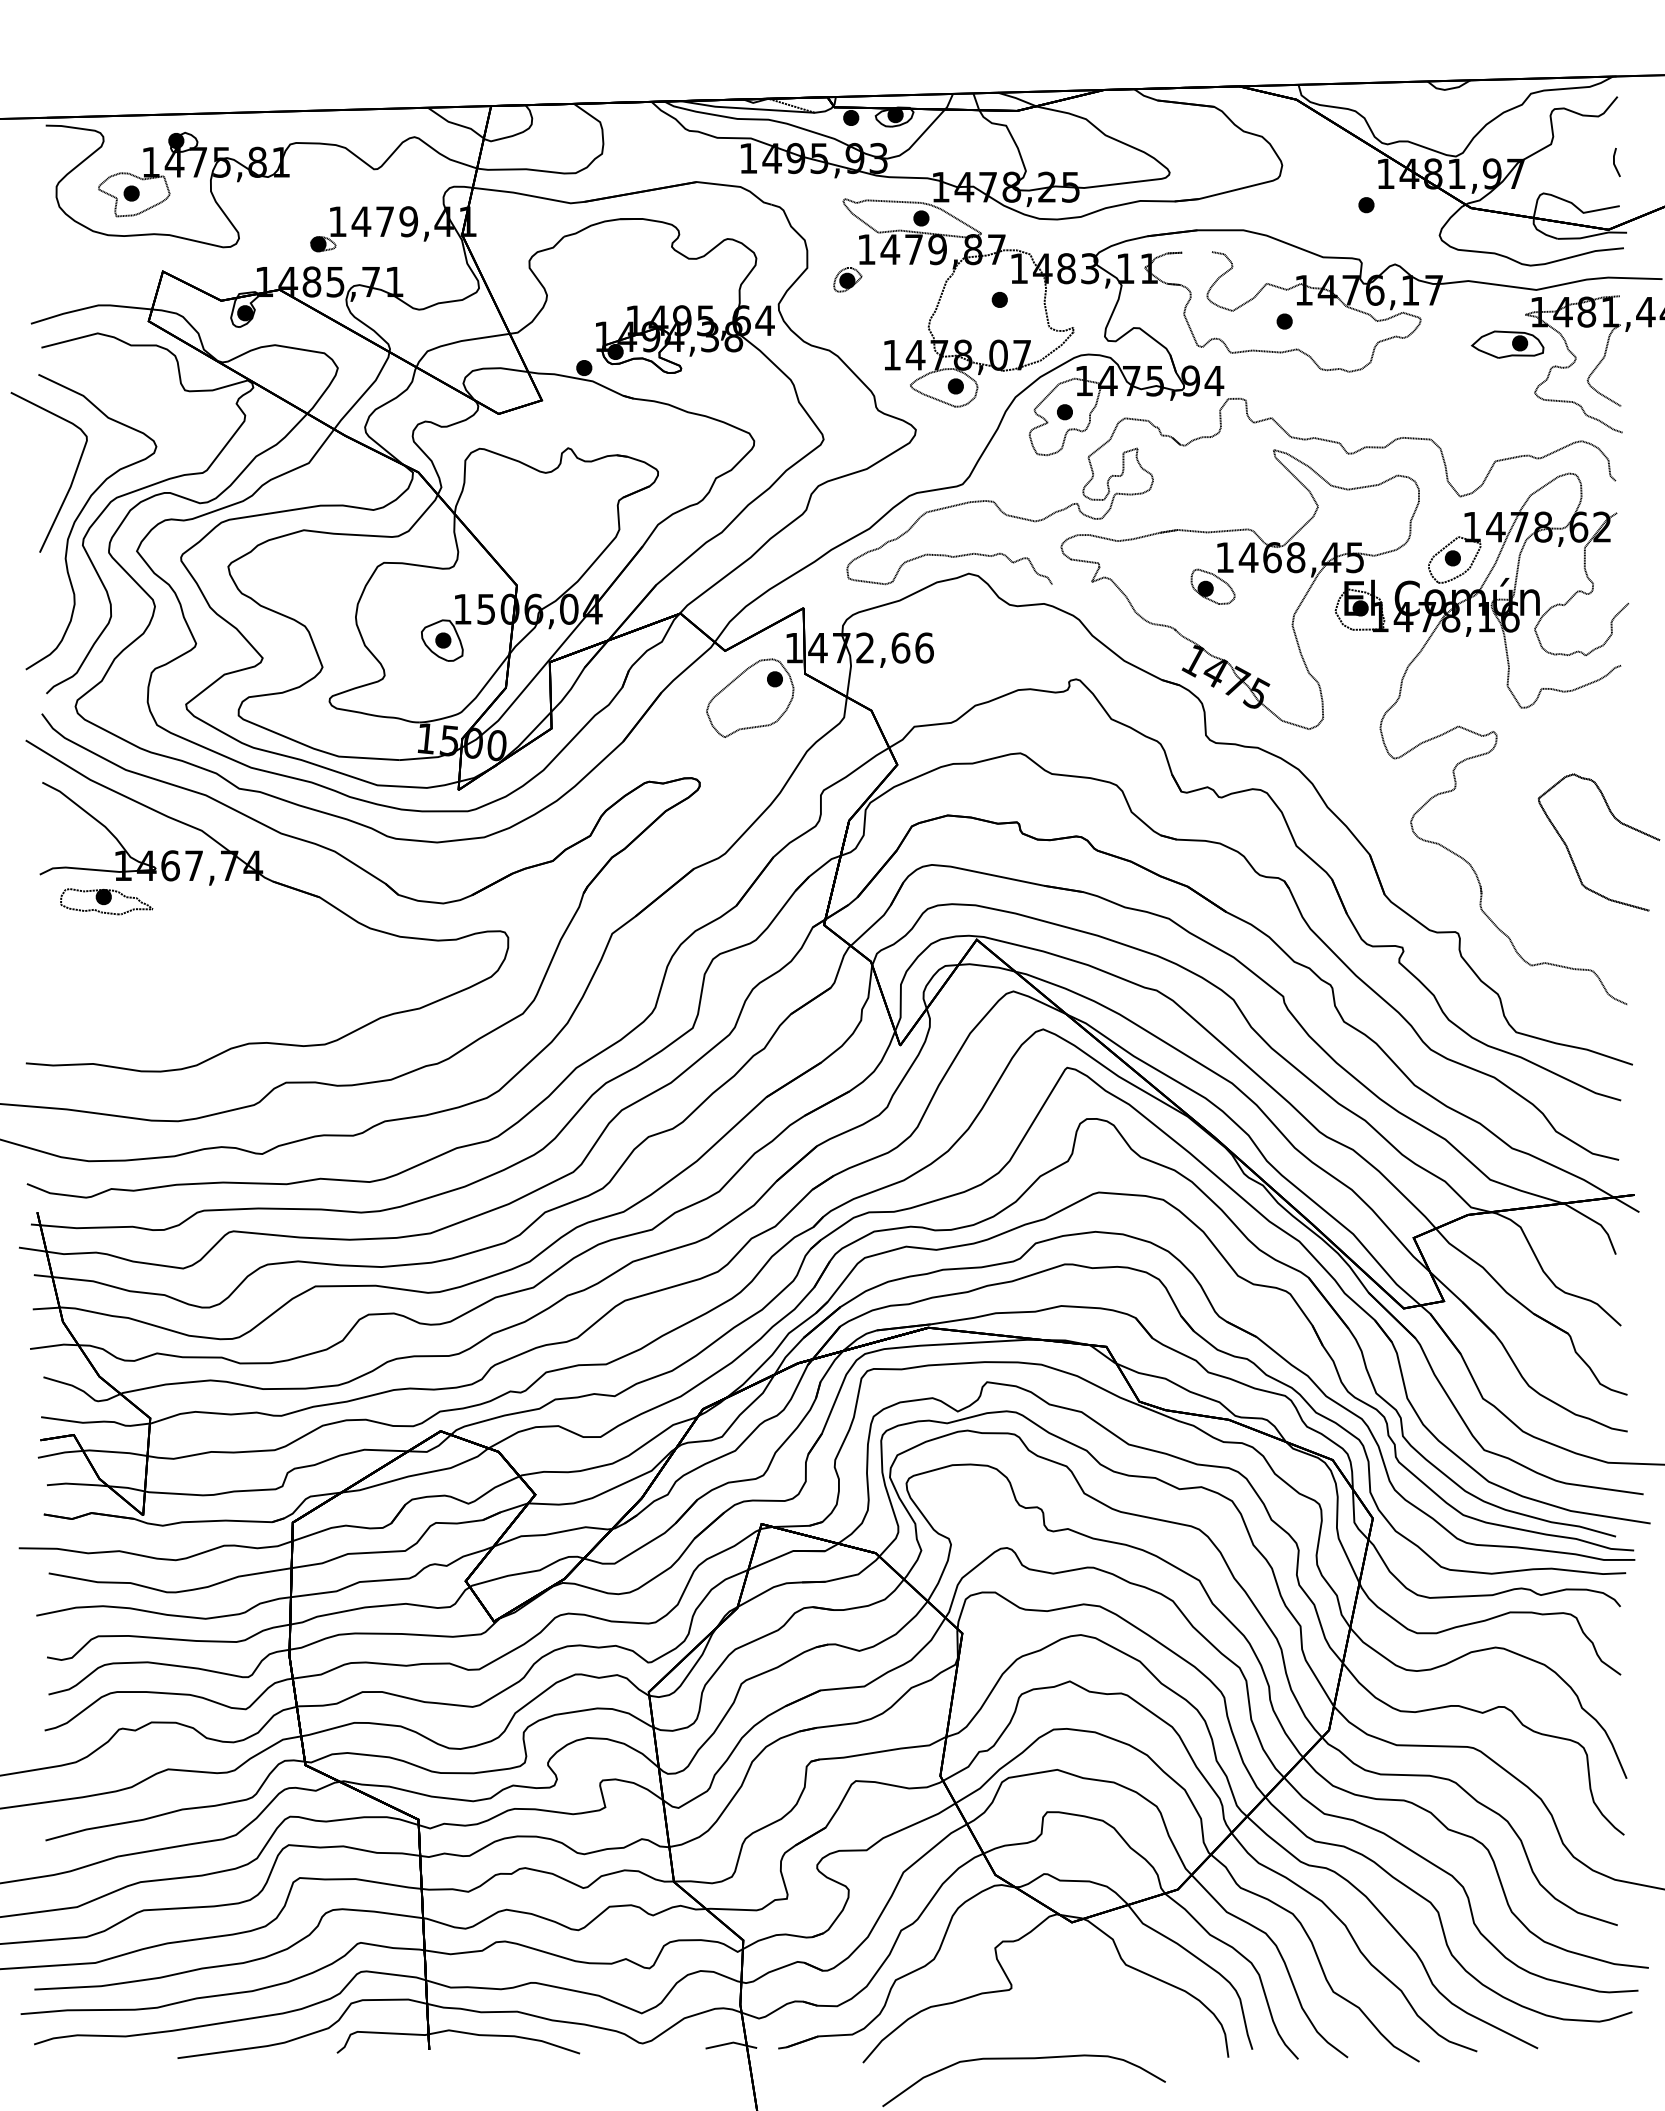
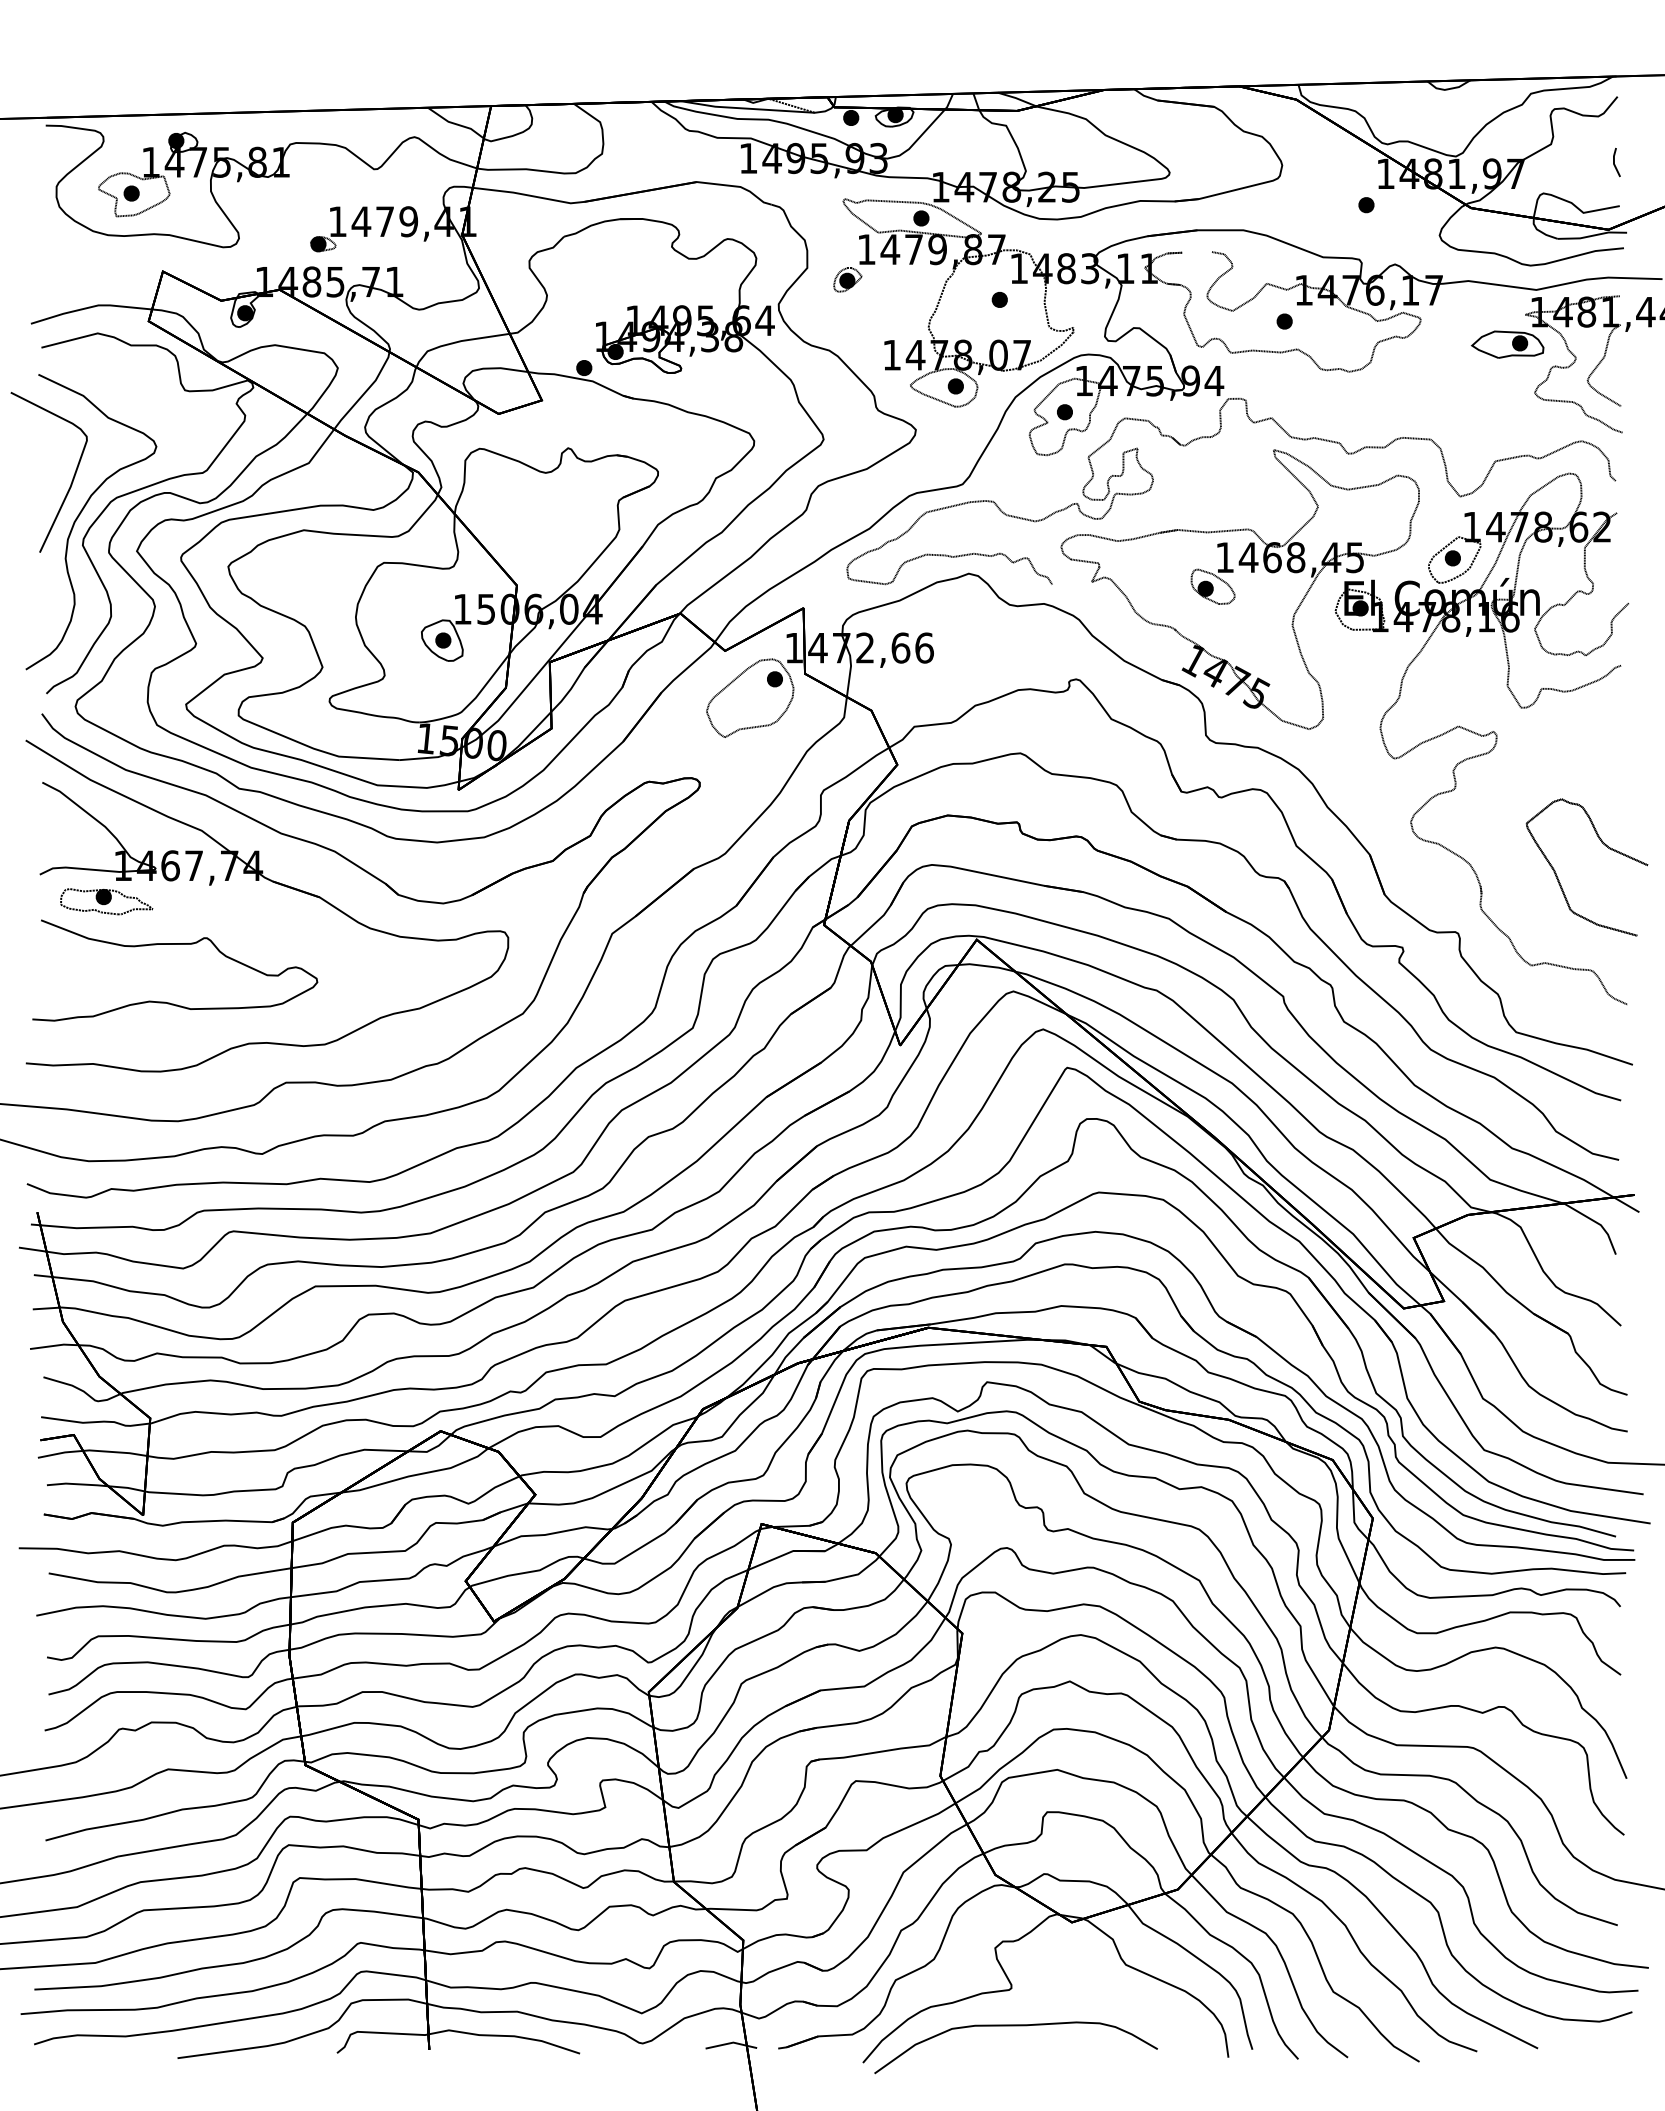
part at (1617, 821) position: (1617, 821) -> (1605, 846)
part at (175, 944): none -> present
part at (1023, 2059) position: (1023, 2059) -> (1015, 2026)
